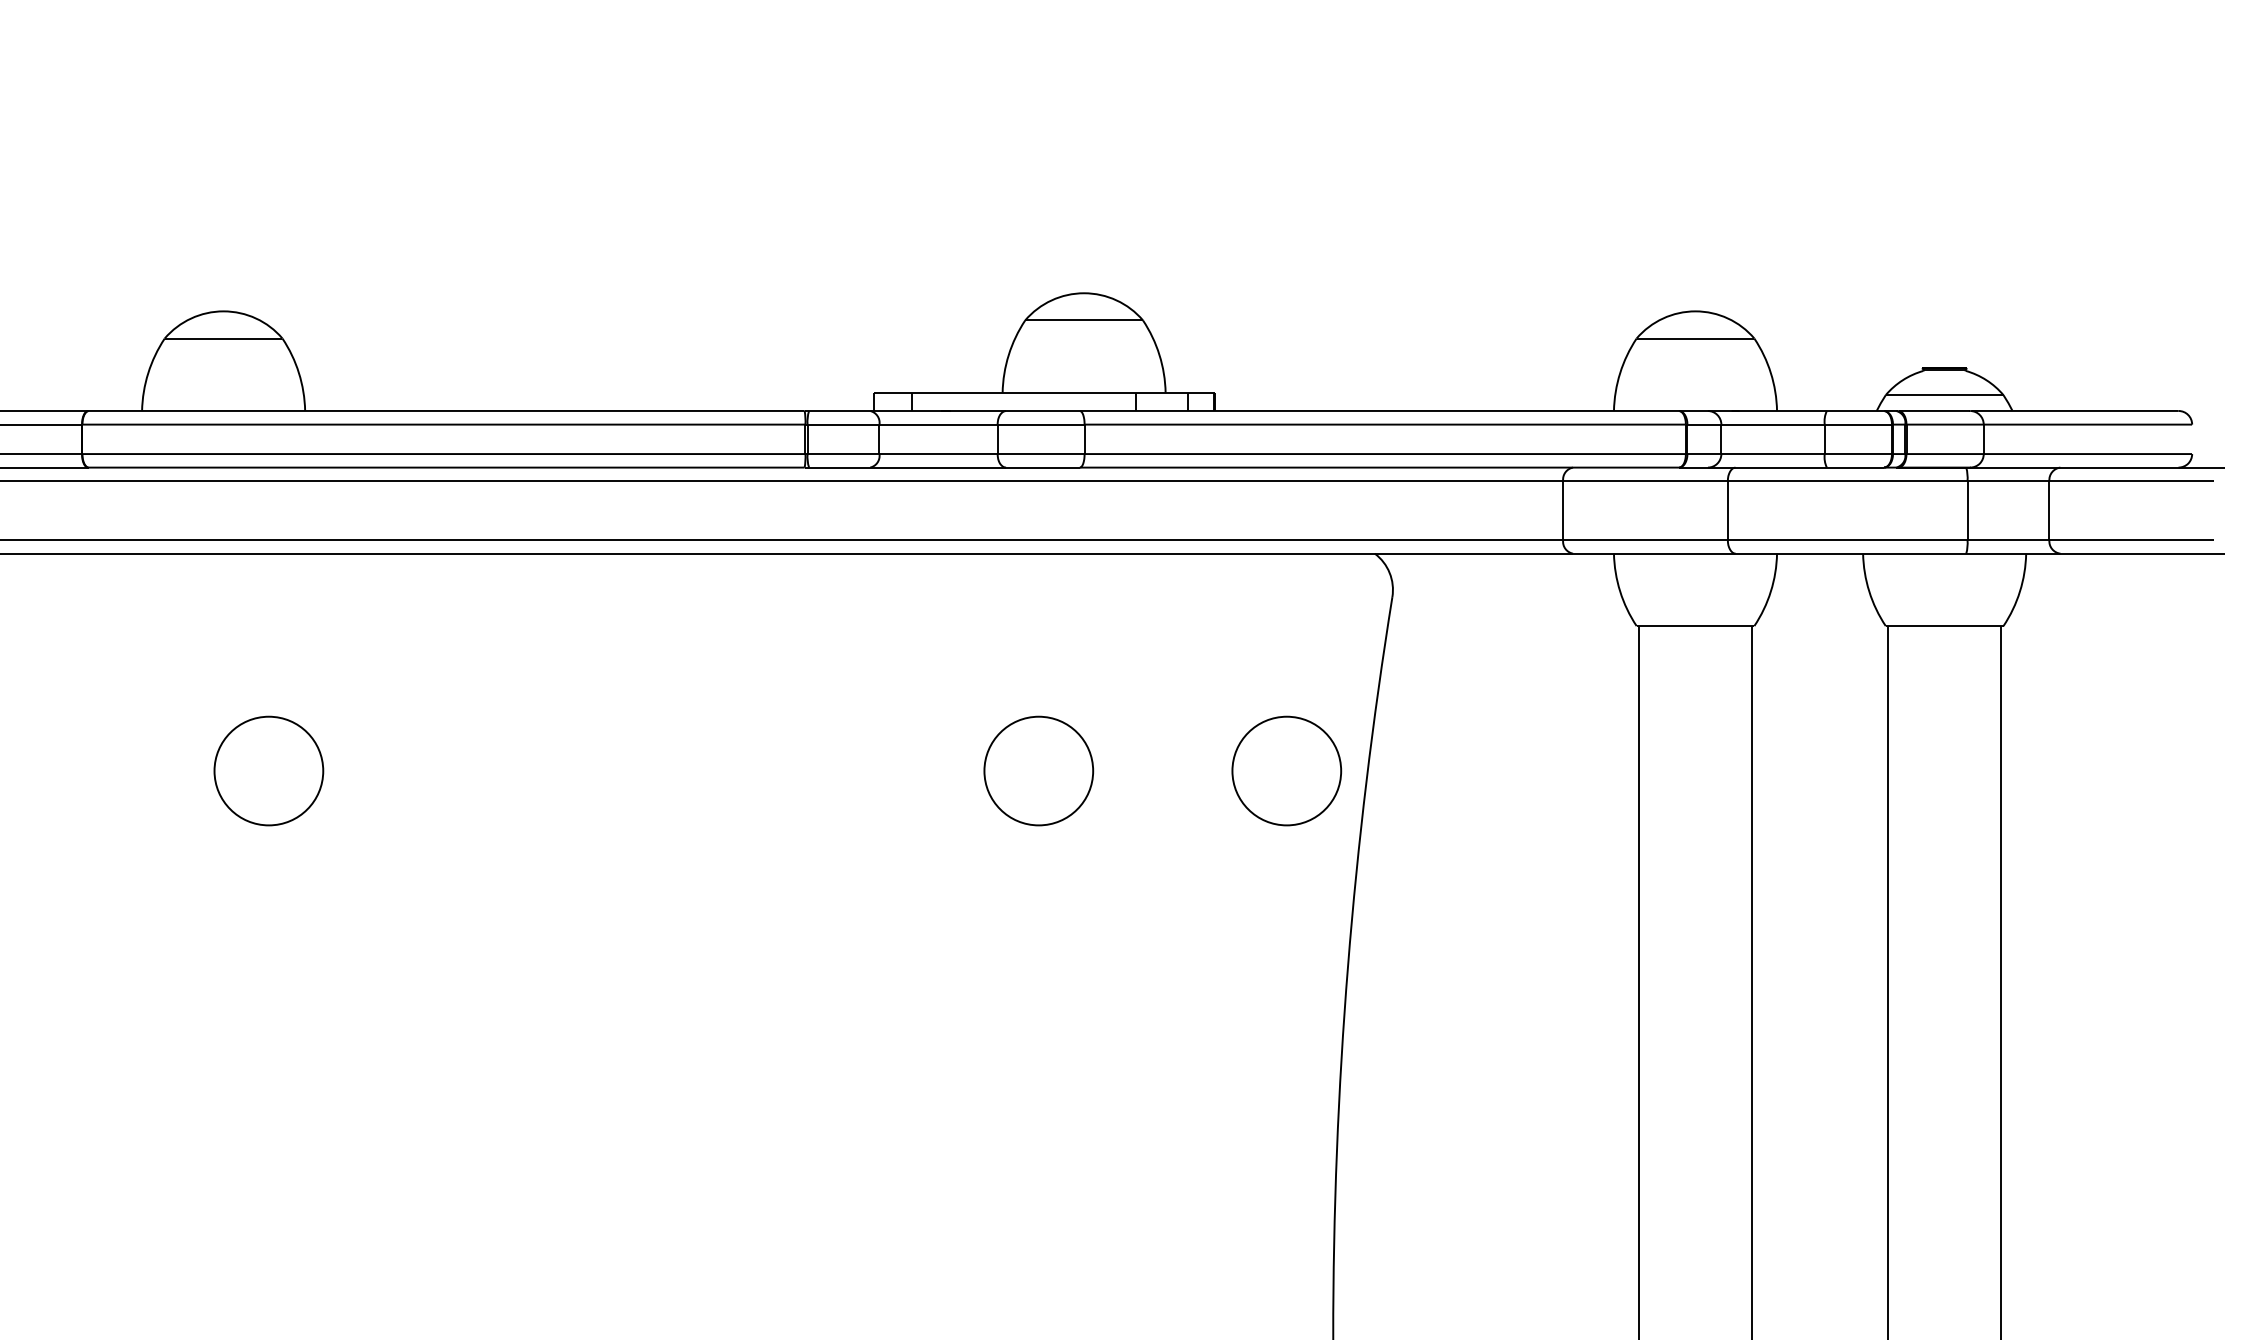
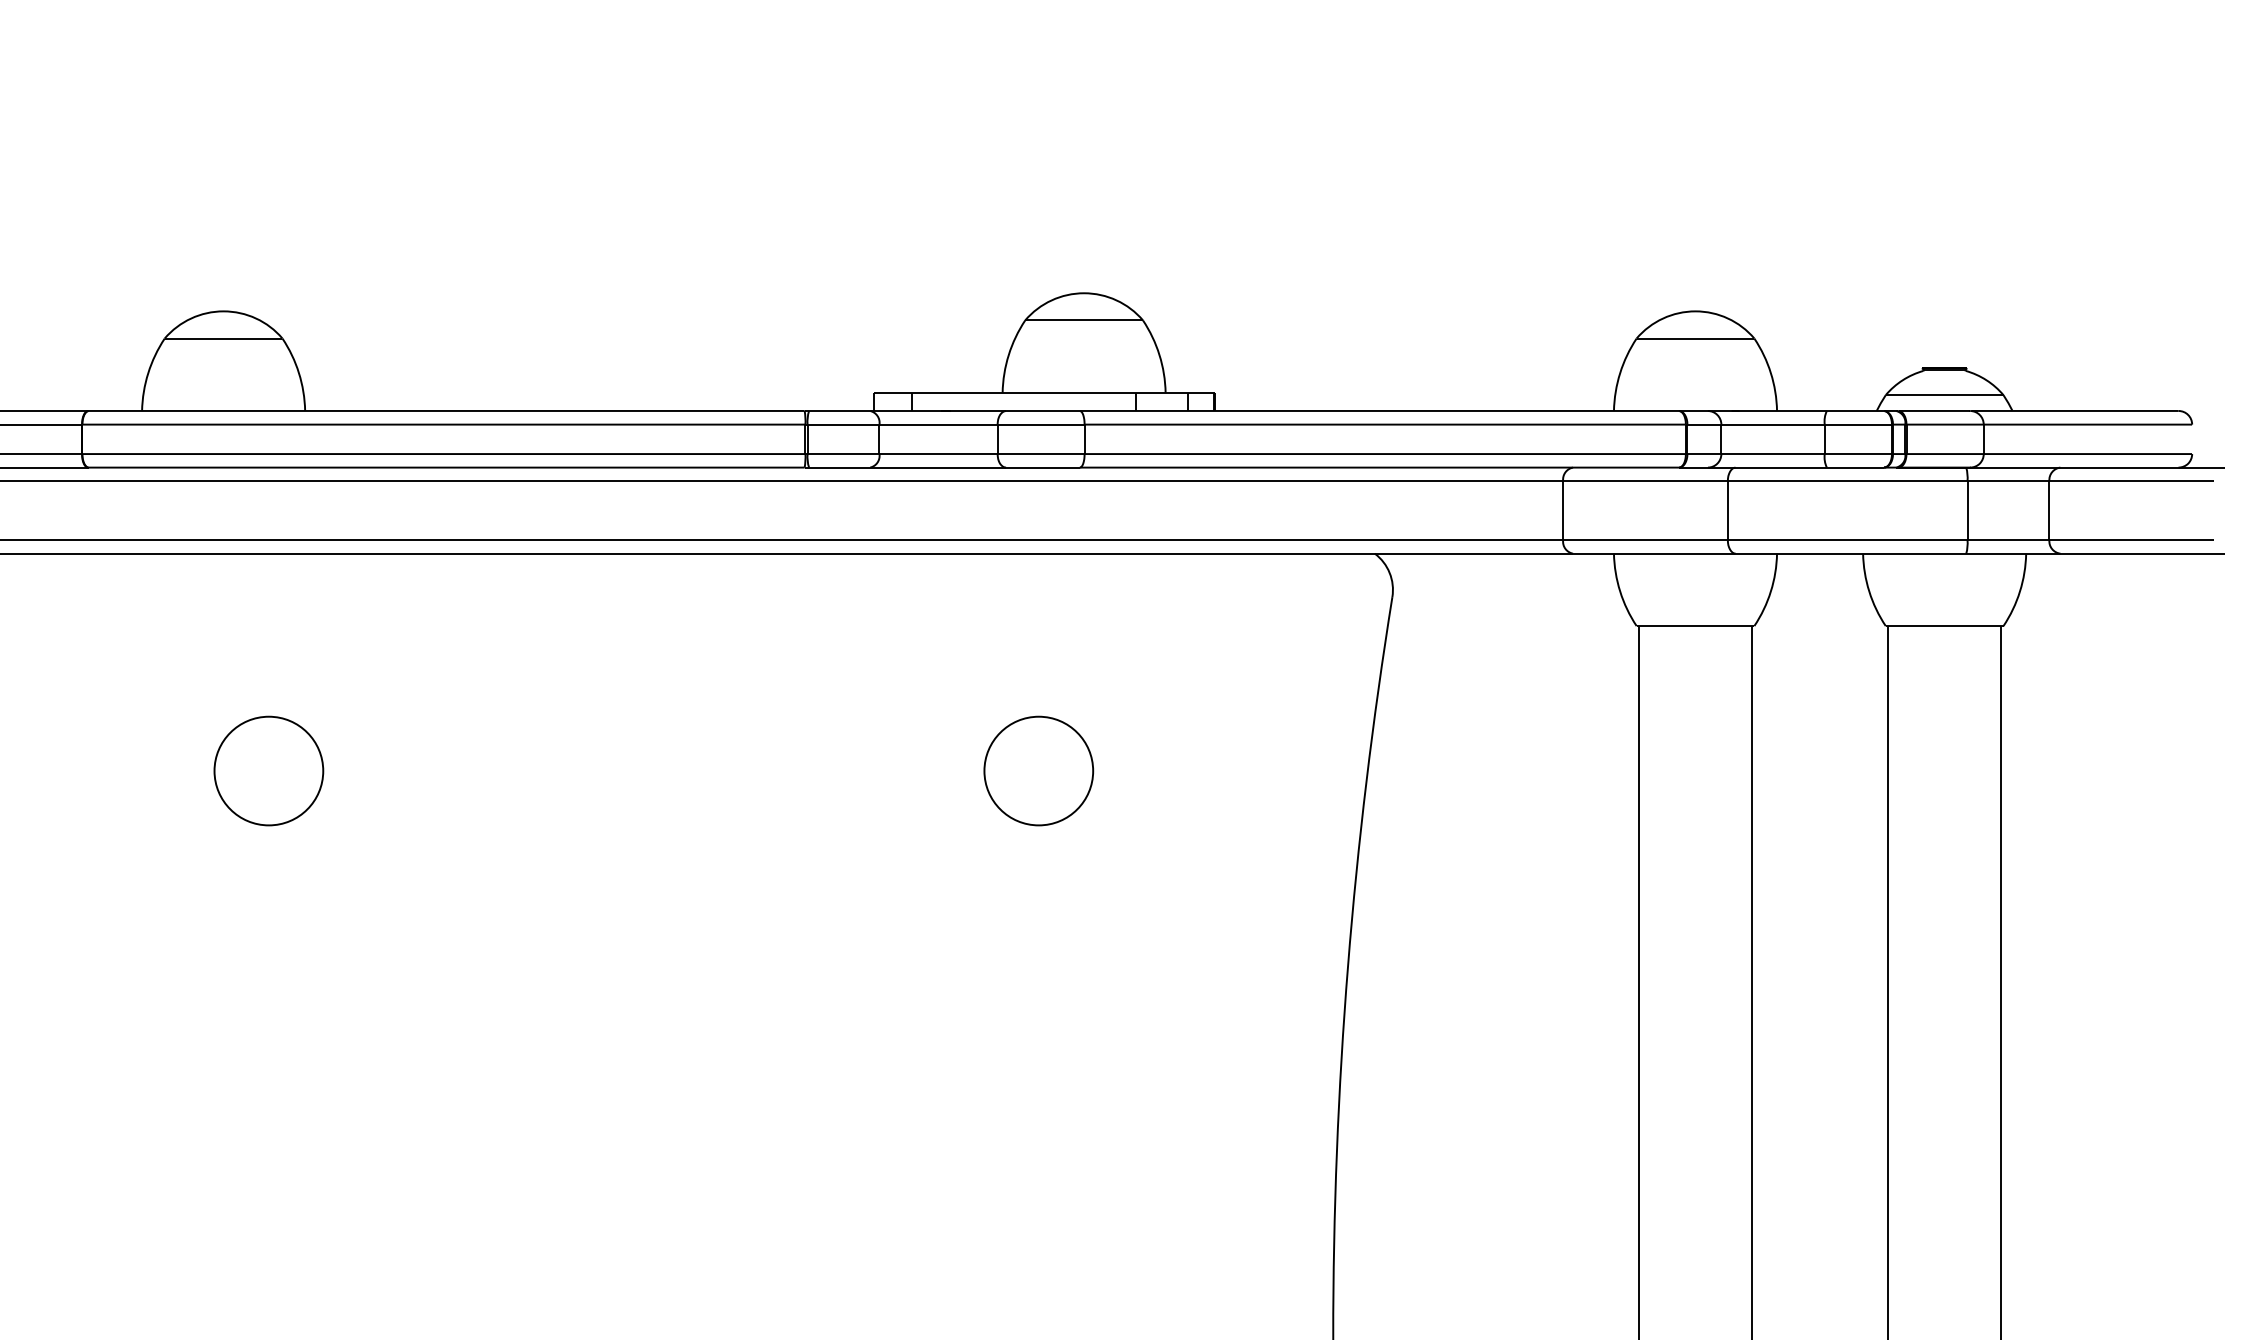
part at (1286, 770): present -> none
